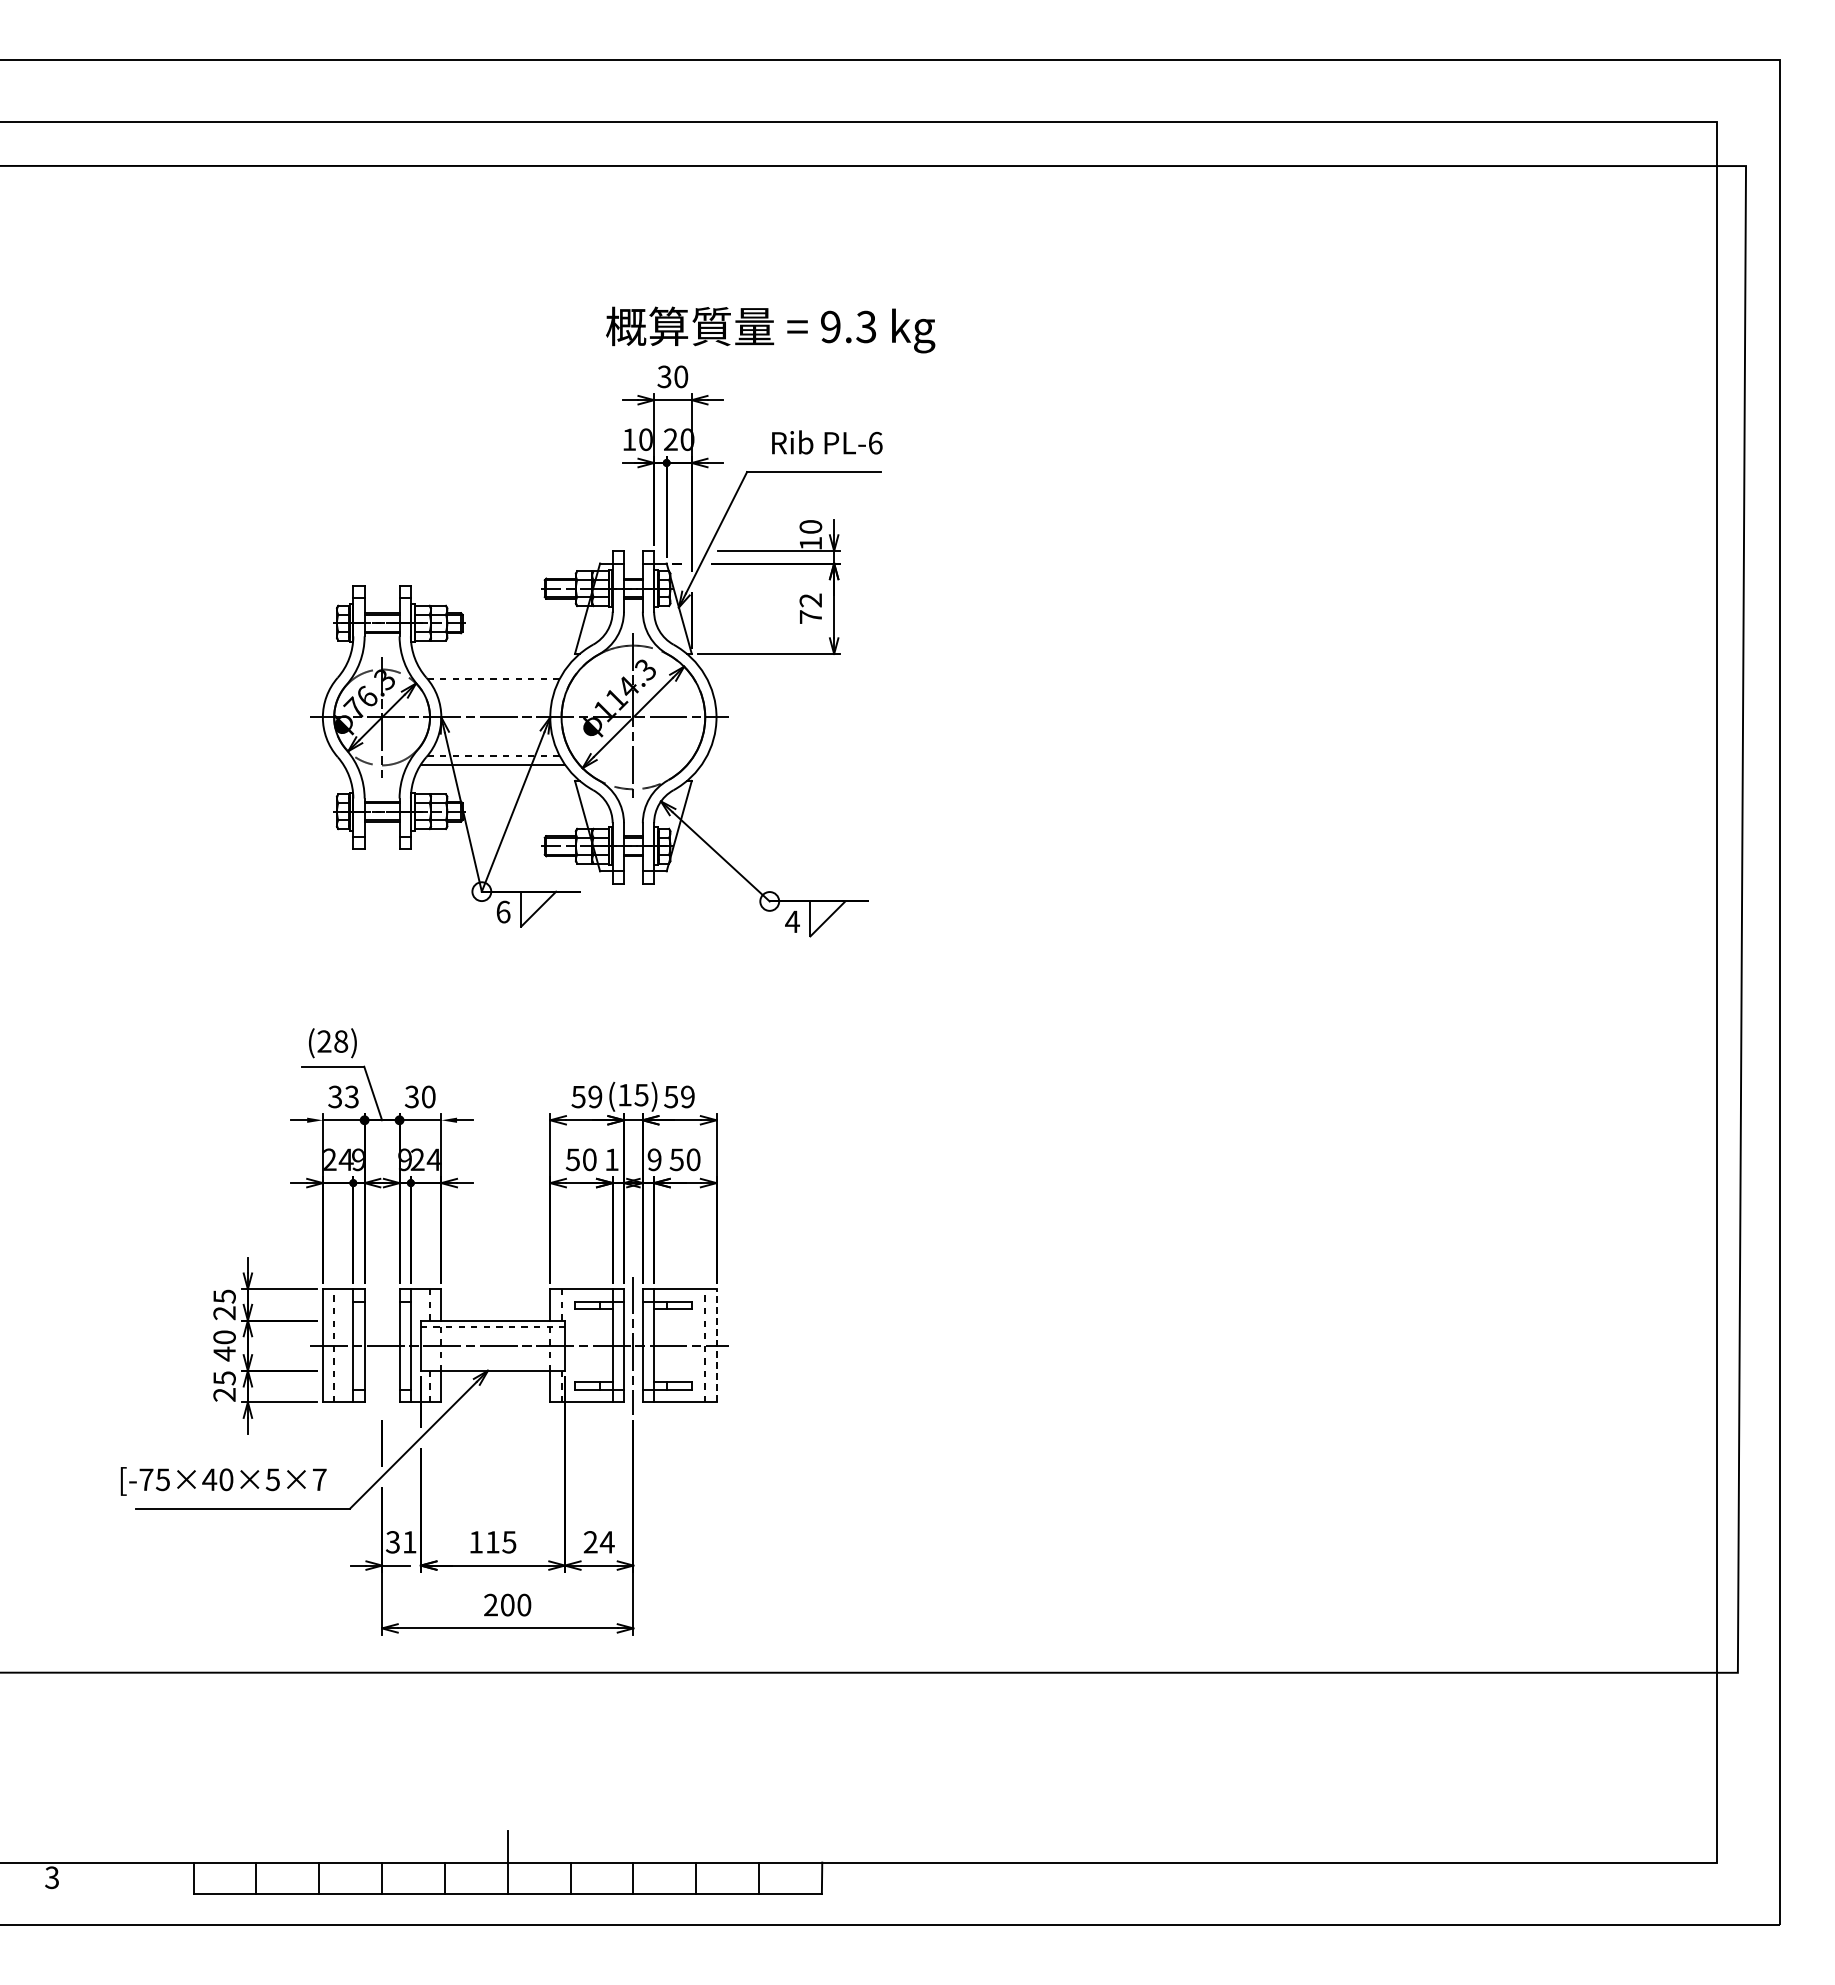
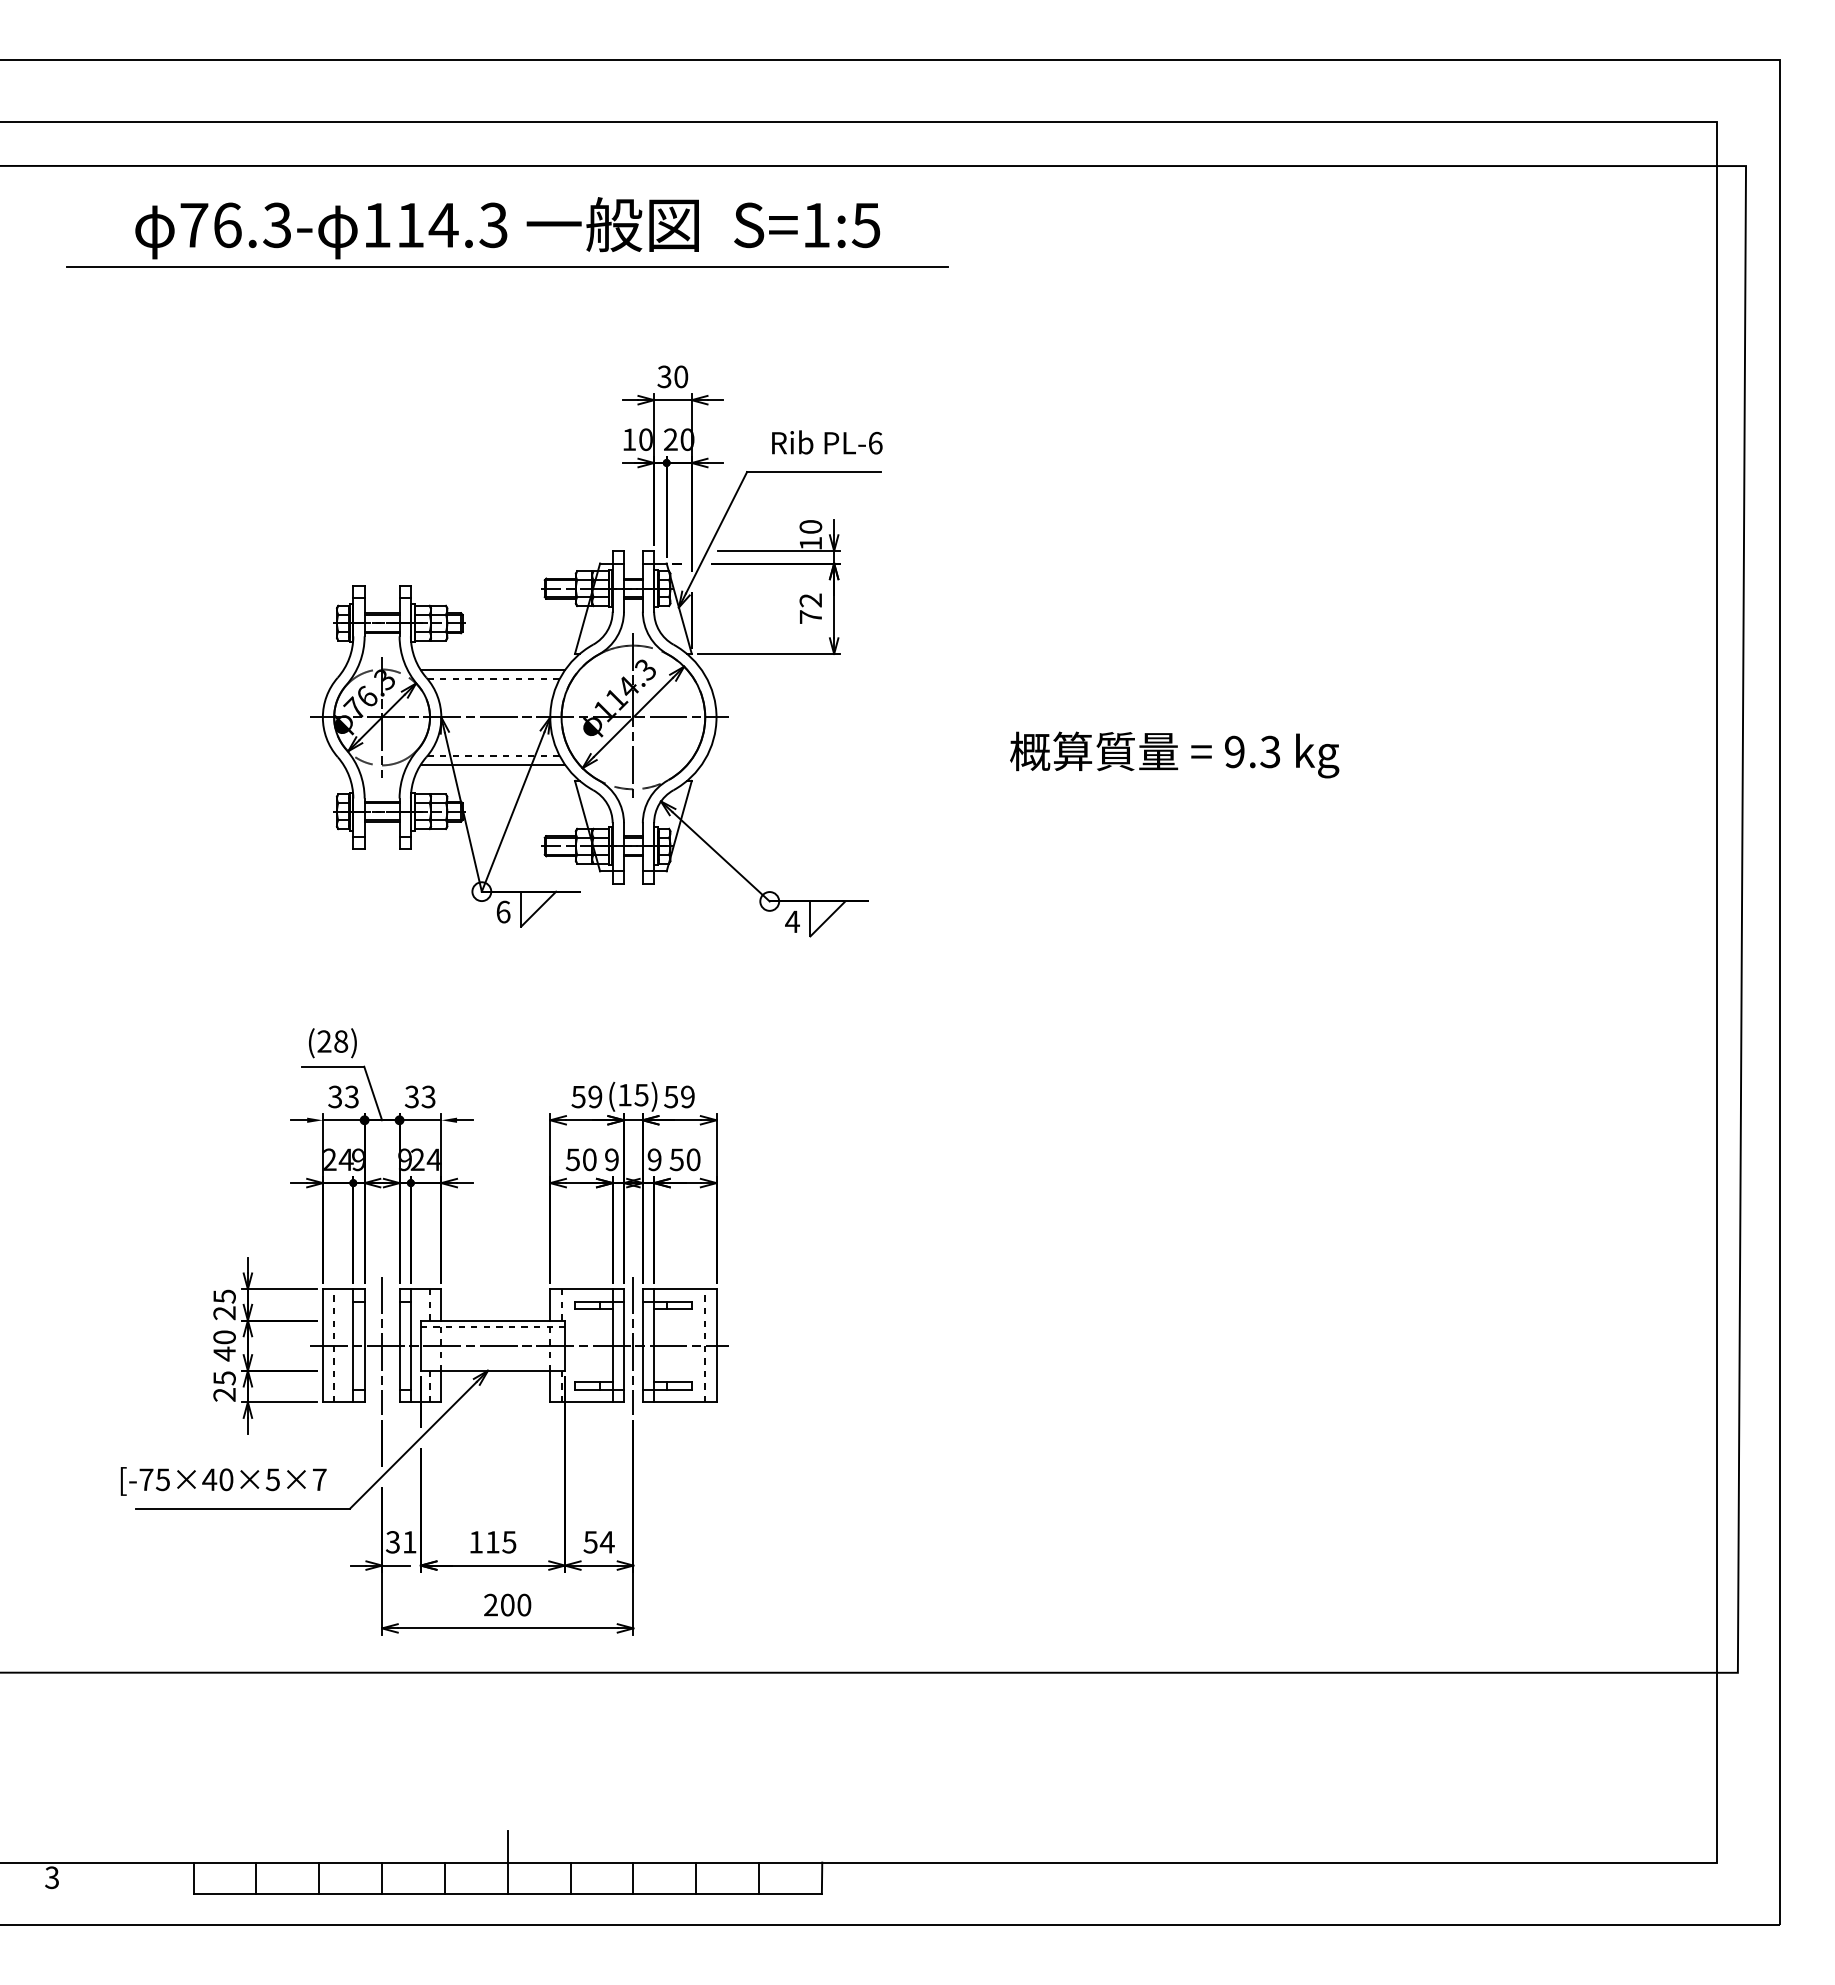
part at (507, 232): none -> present
text at (770, 329) position: (770, 329) -> (1174, 754)
line at (492, 670): none -> present
text at (428, 1096): 30 -> 33
text at (611, 1159): 1 -> 9
line at (382, 1345): none -> present
line at (716, 1345): dashed -> solid
text at (590, 1542): 24 -> 54
